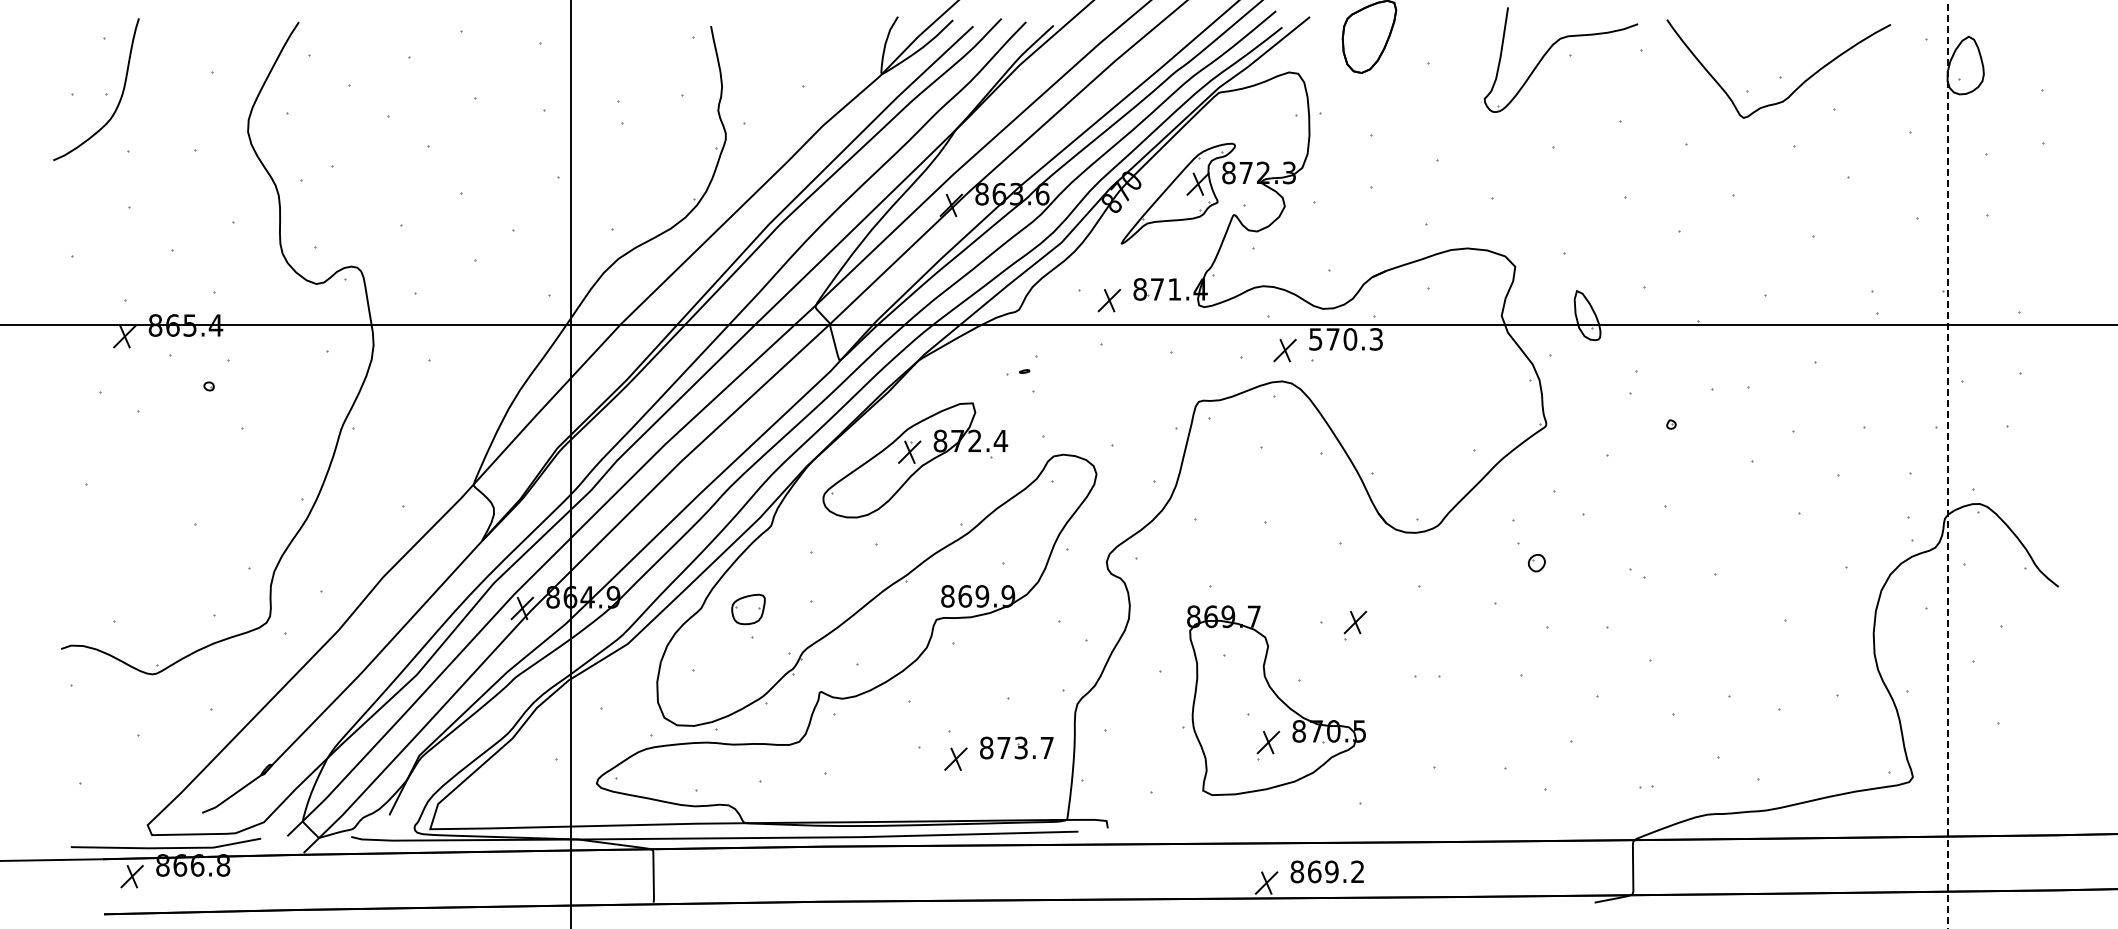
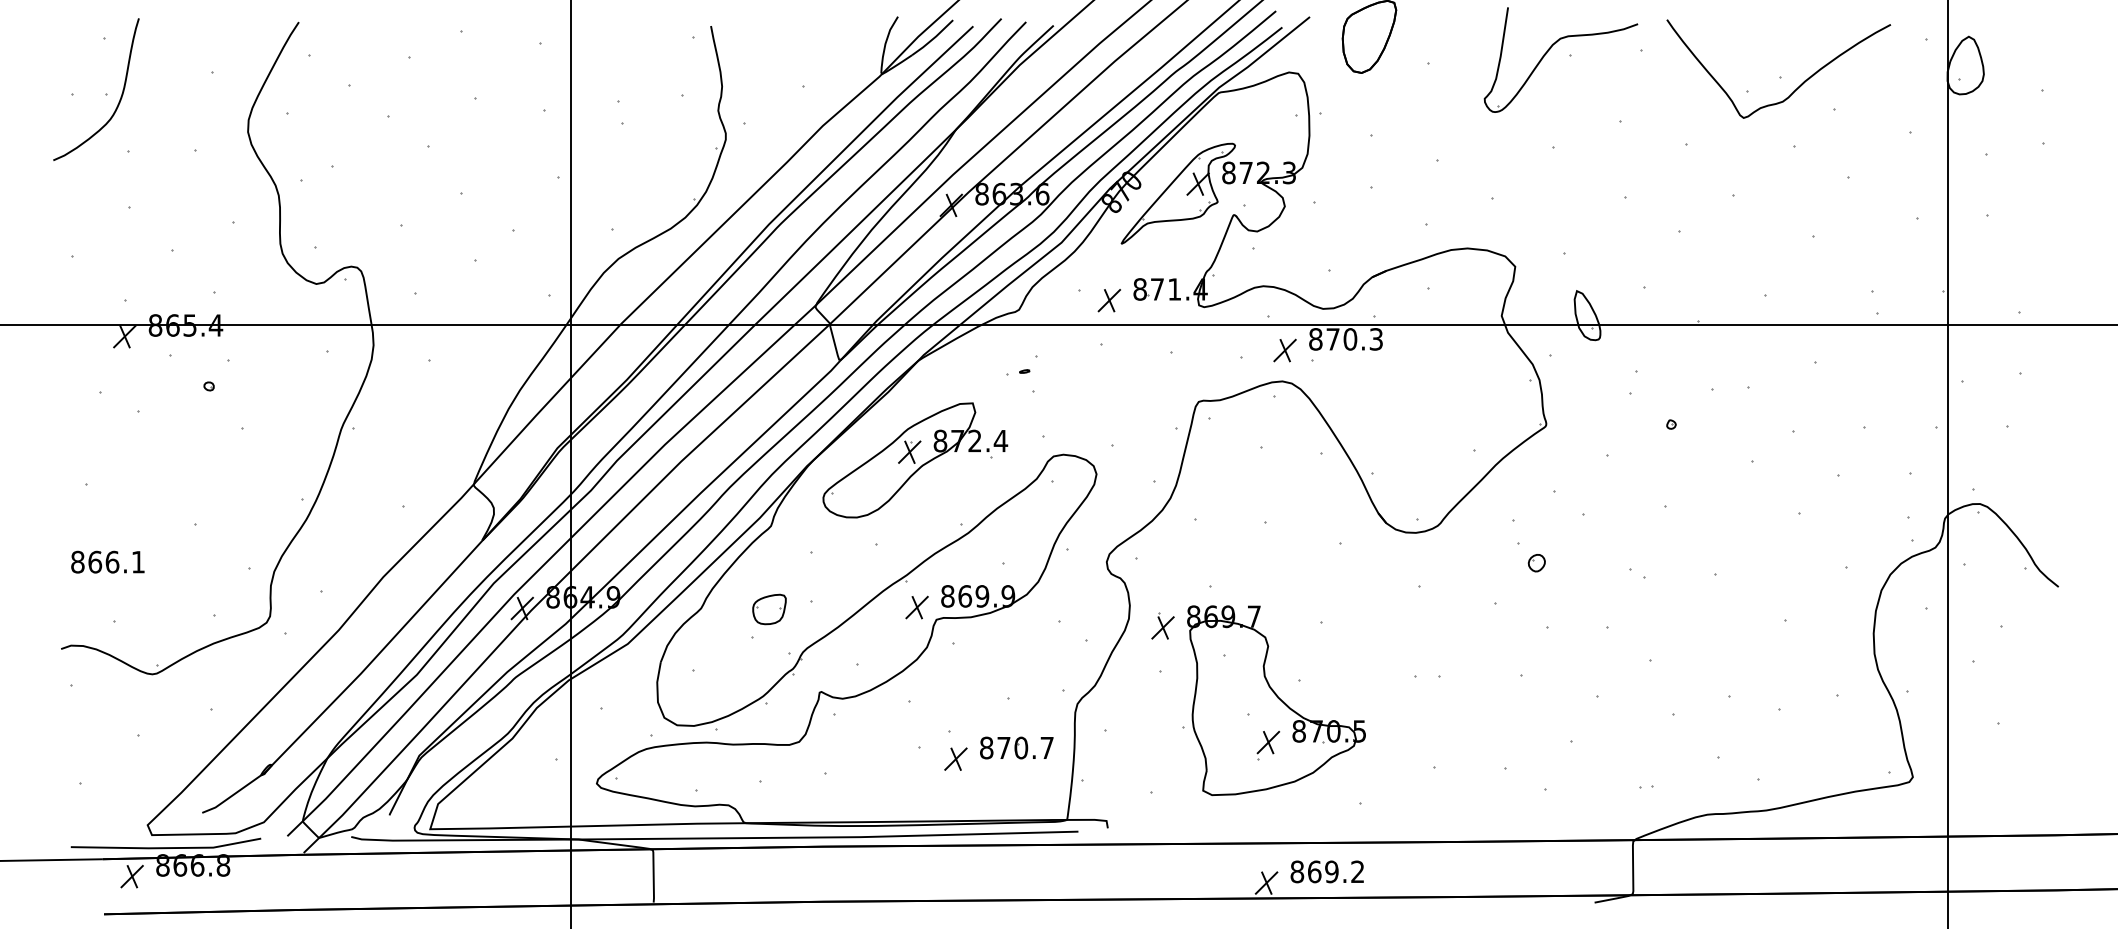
text at (1315, 339): 570.3 -> 870.3
line at (1947, 465): dashed -> solid
part at (107, 561): none -> present
part at (916, 607): none -> present
part at (748, 609) position: (748, 609) -> (769, 609)
part at (1162, 625): none -> present
part at (1355, 625): present -> none
text at (1021, 747): 873.7 -> 870.7
